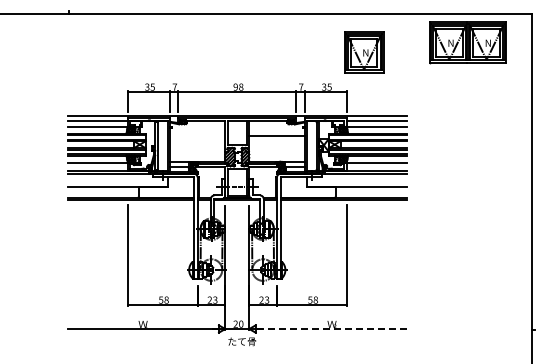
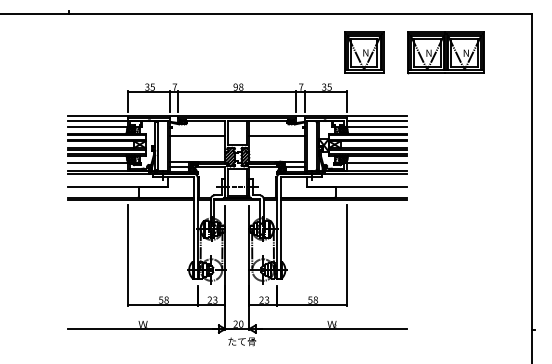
part at (467, 42) position: (467, 42) -> (445, 52)
line at (197, 135): none -> present
line at (332, 329): dashed -> solid
